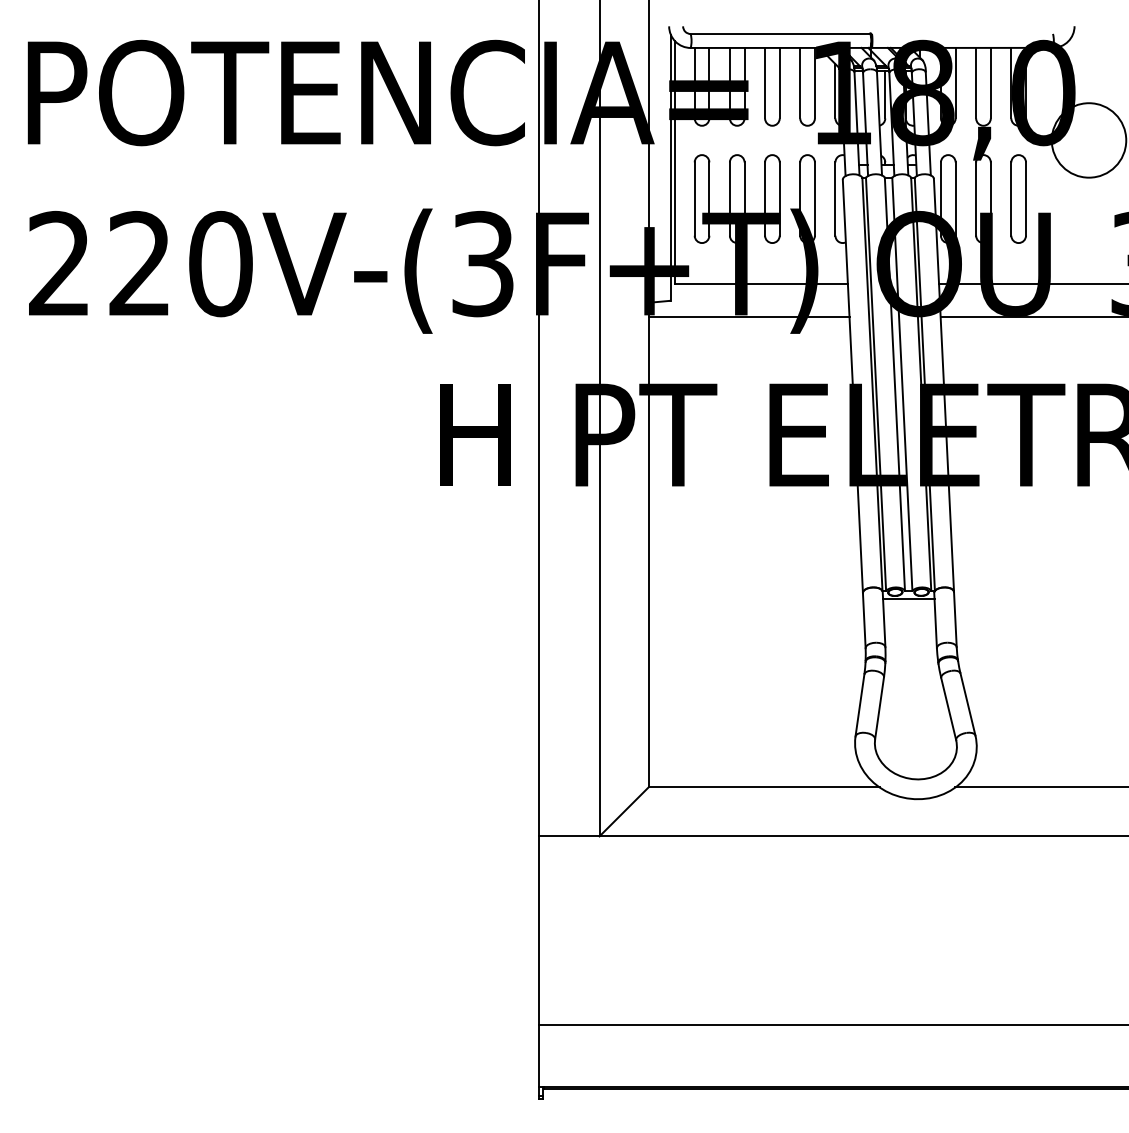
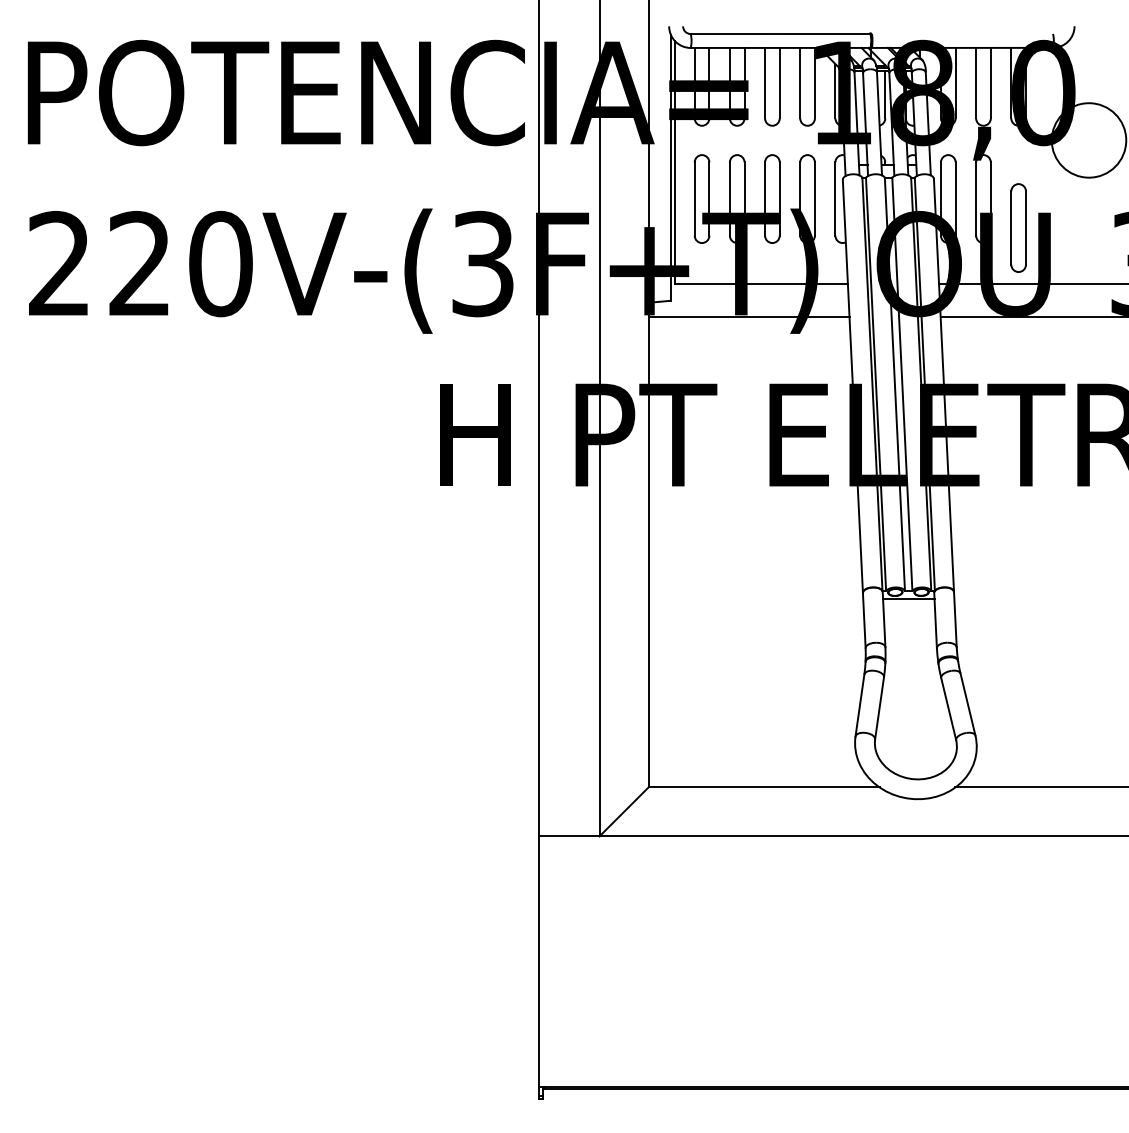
part at (1018, 198) position: (1018, 198) -> (1018, 227)
line at (832, 1024): present -> none
